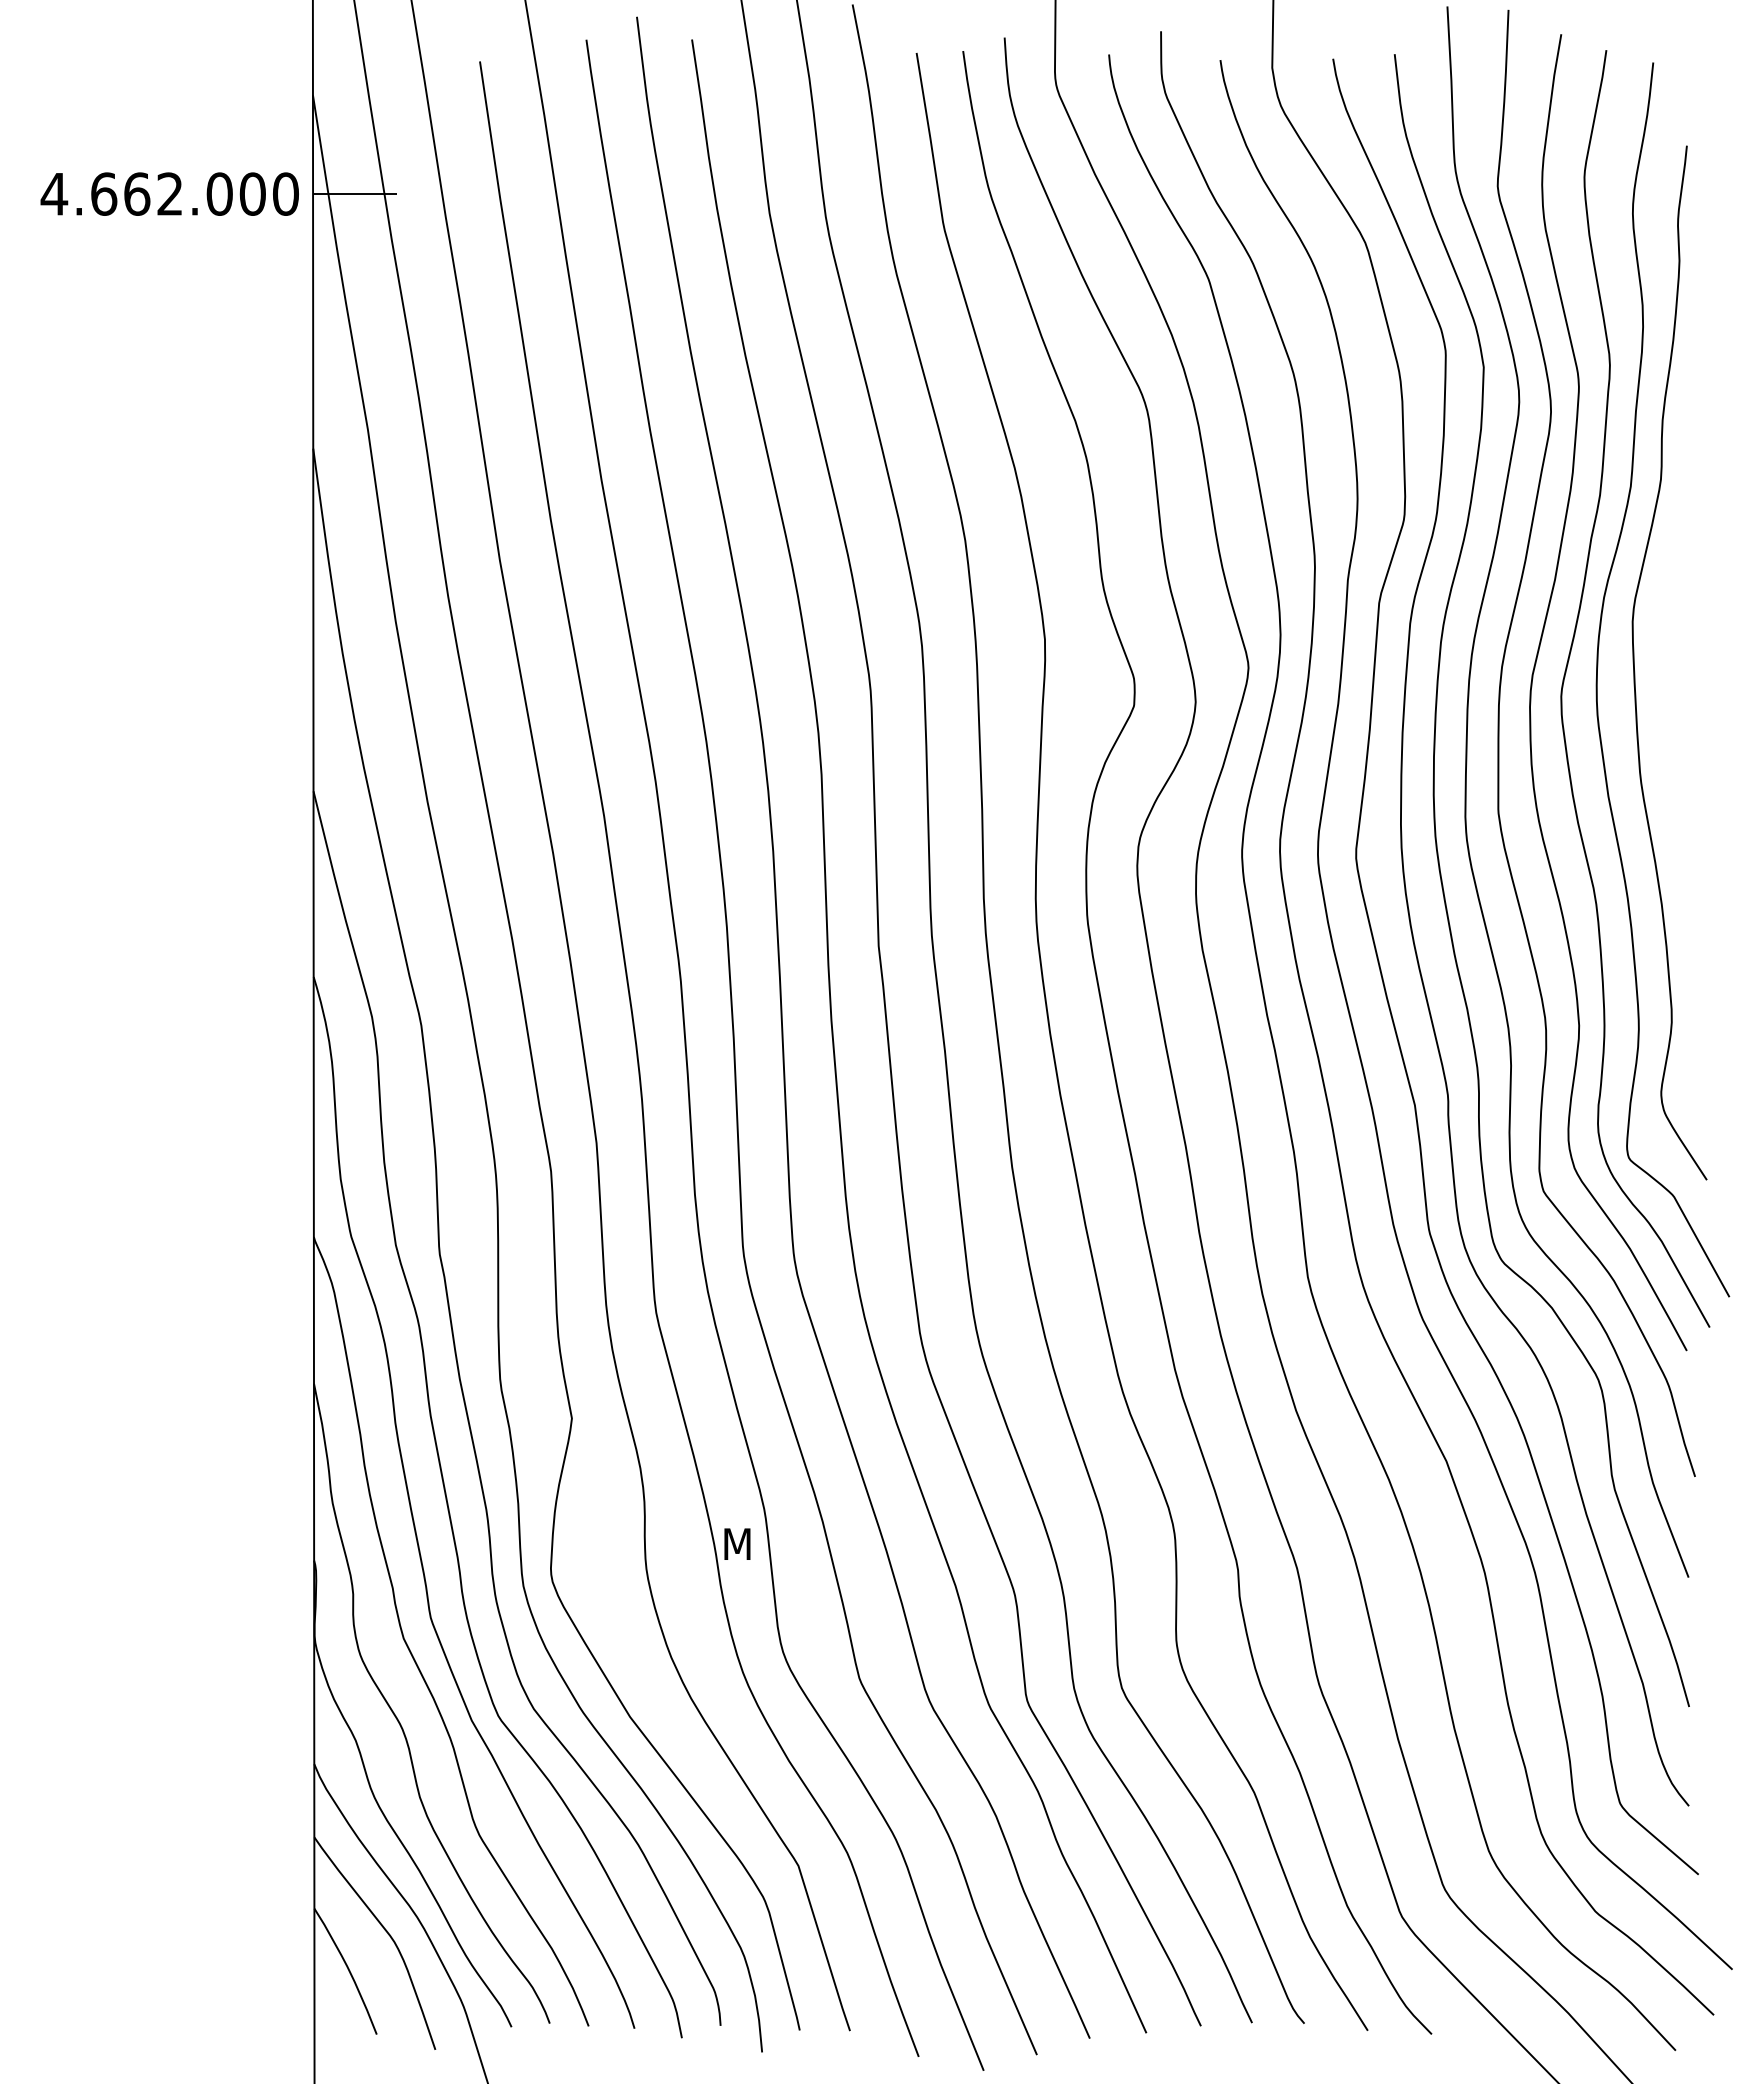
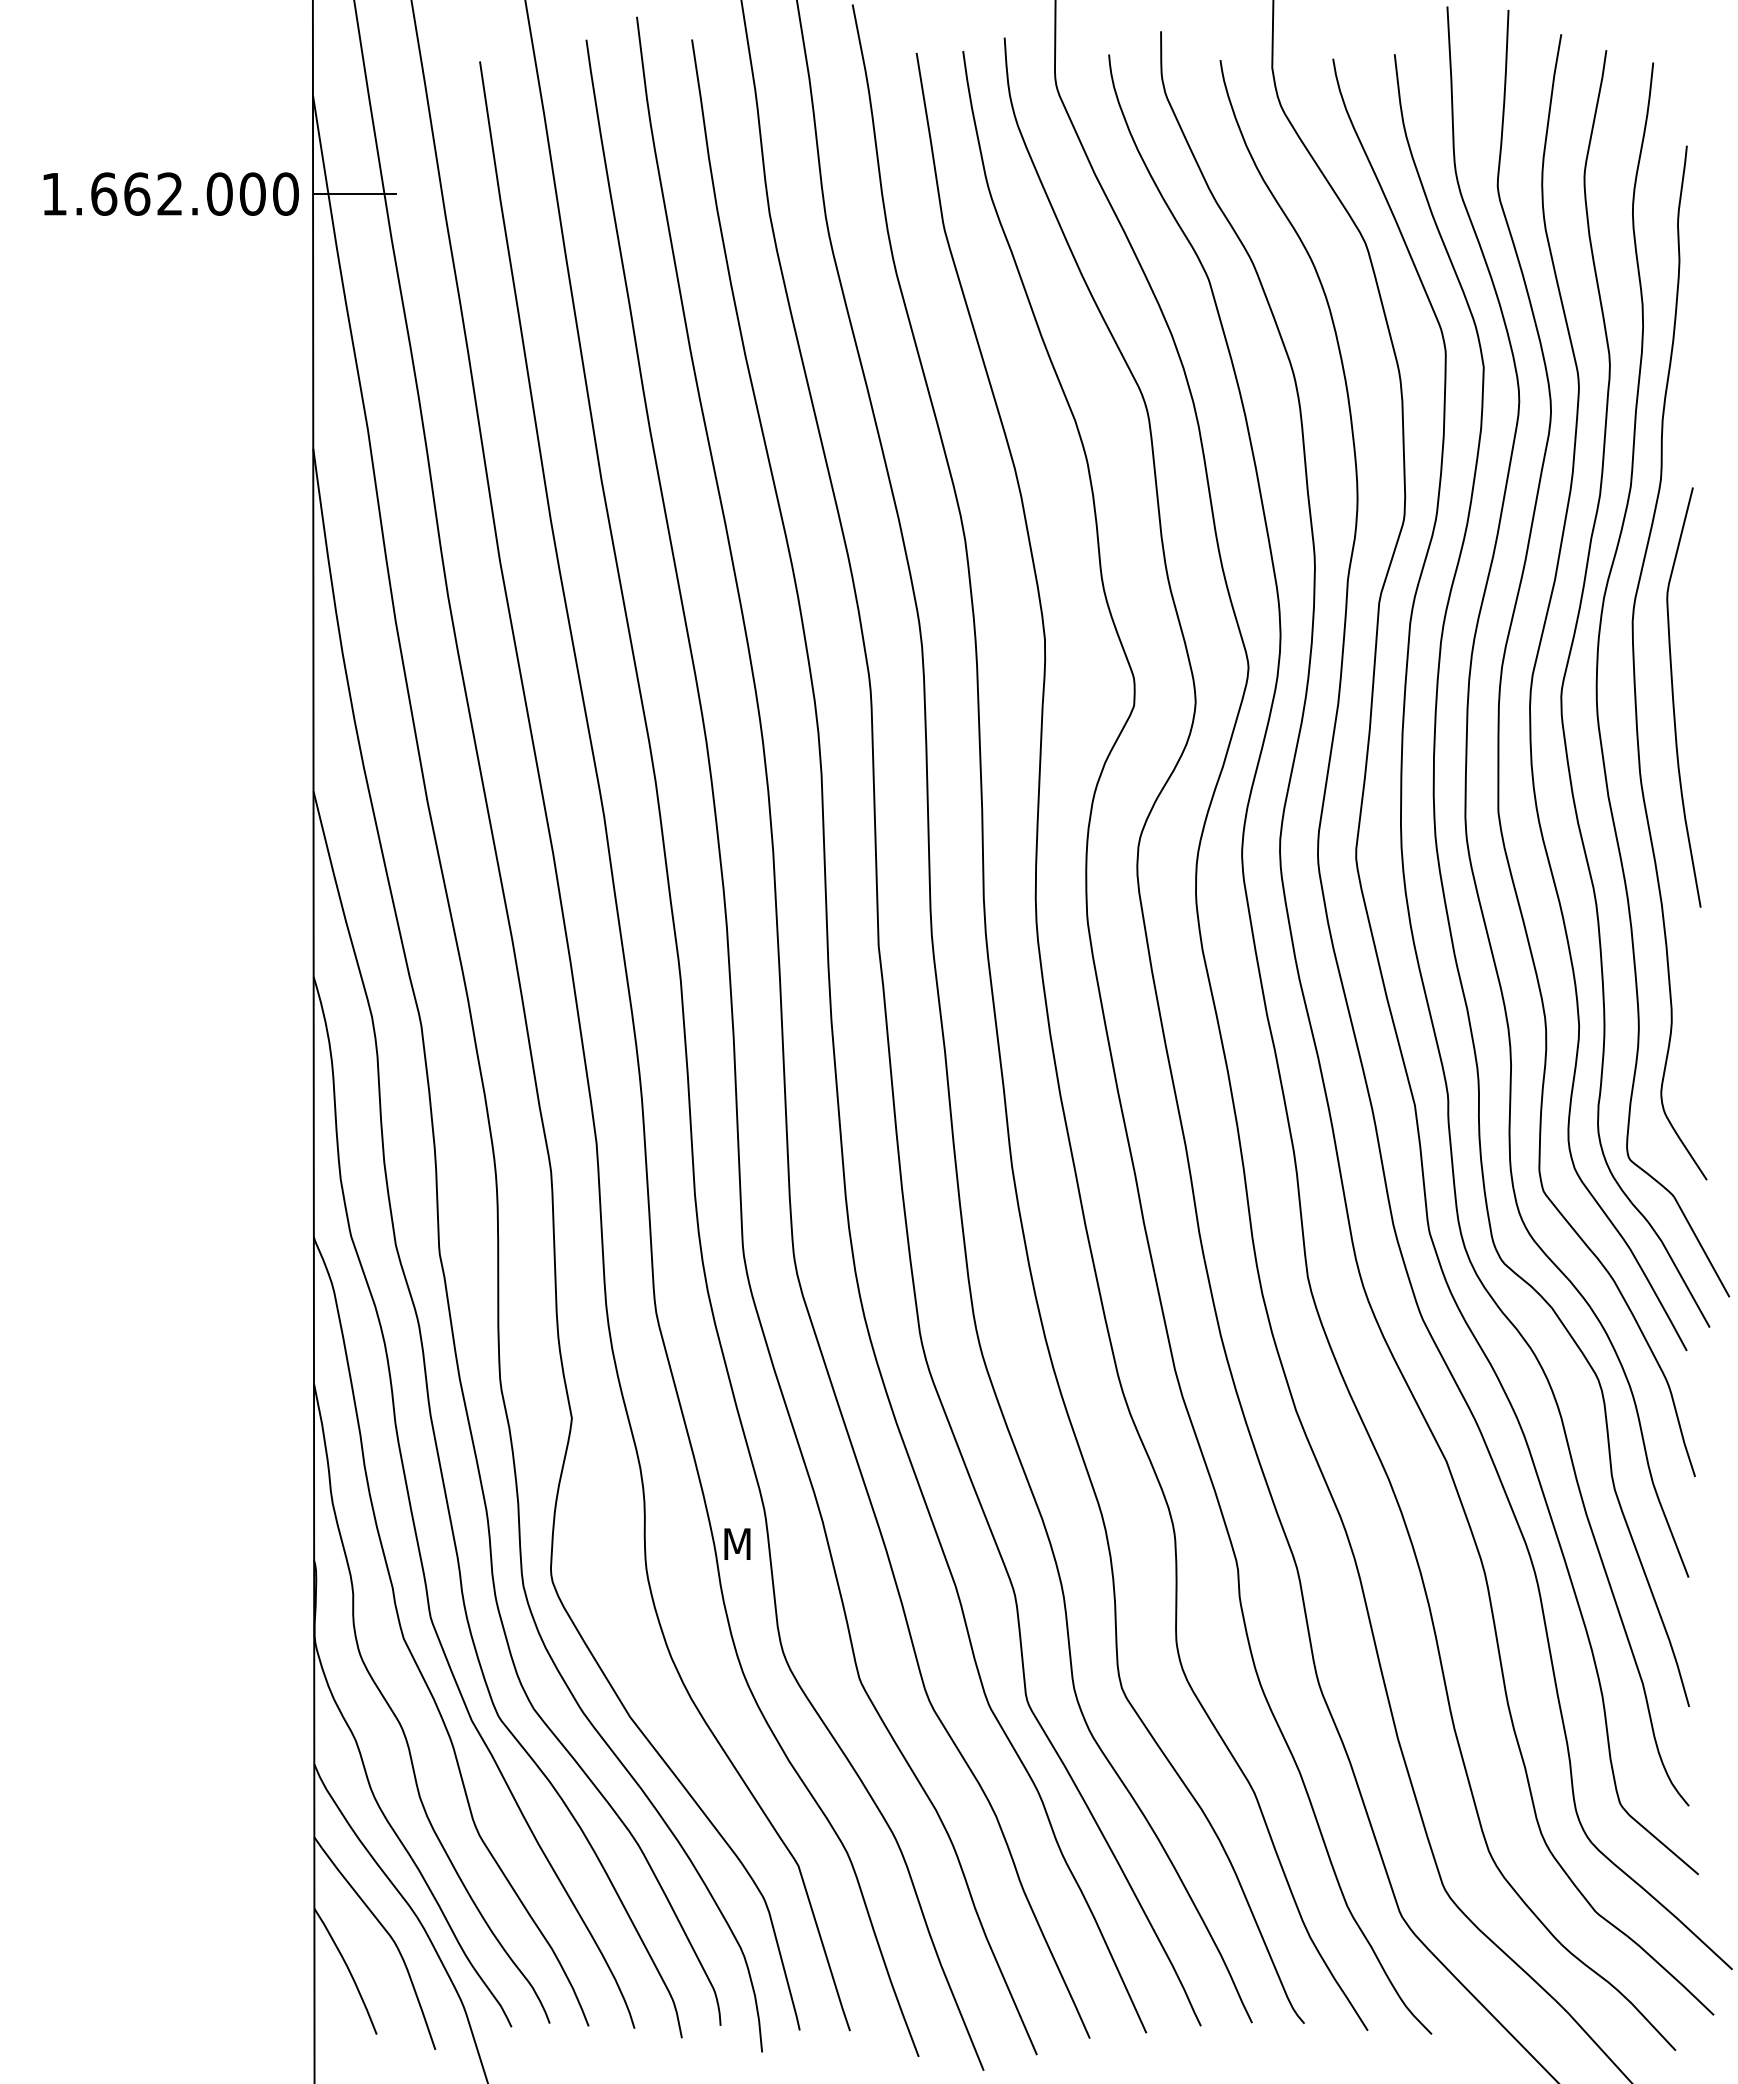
text at (54, 194): 4.662.000 -> 1.662.000
curve at (1674, 700): none -> present
